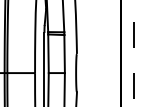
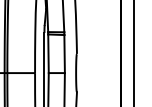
line at (134, 53): dashed -> solid
